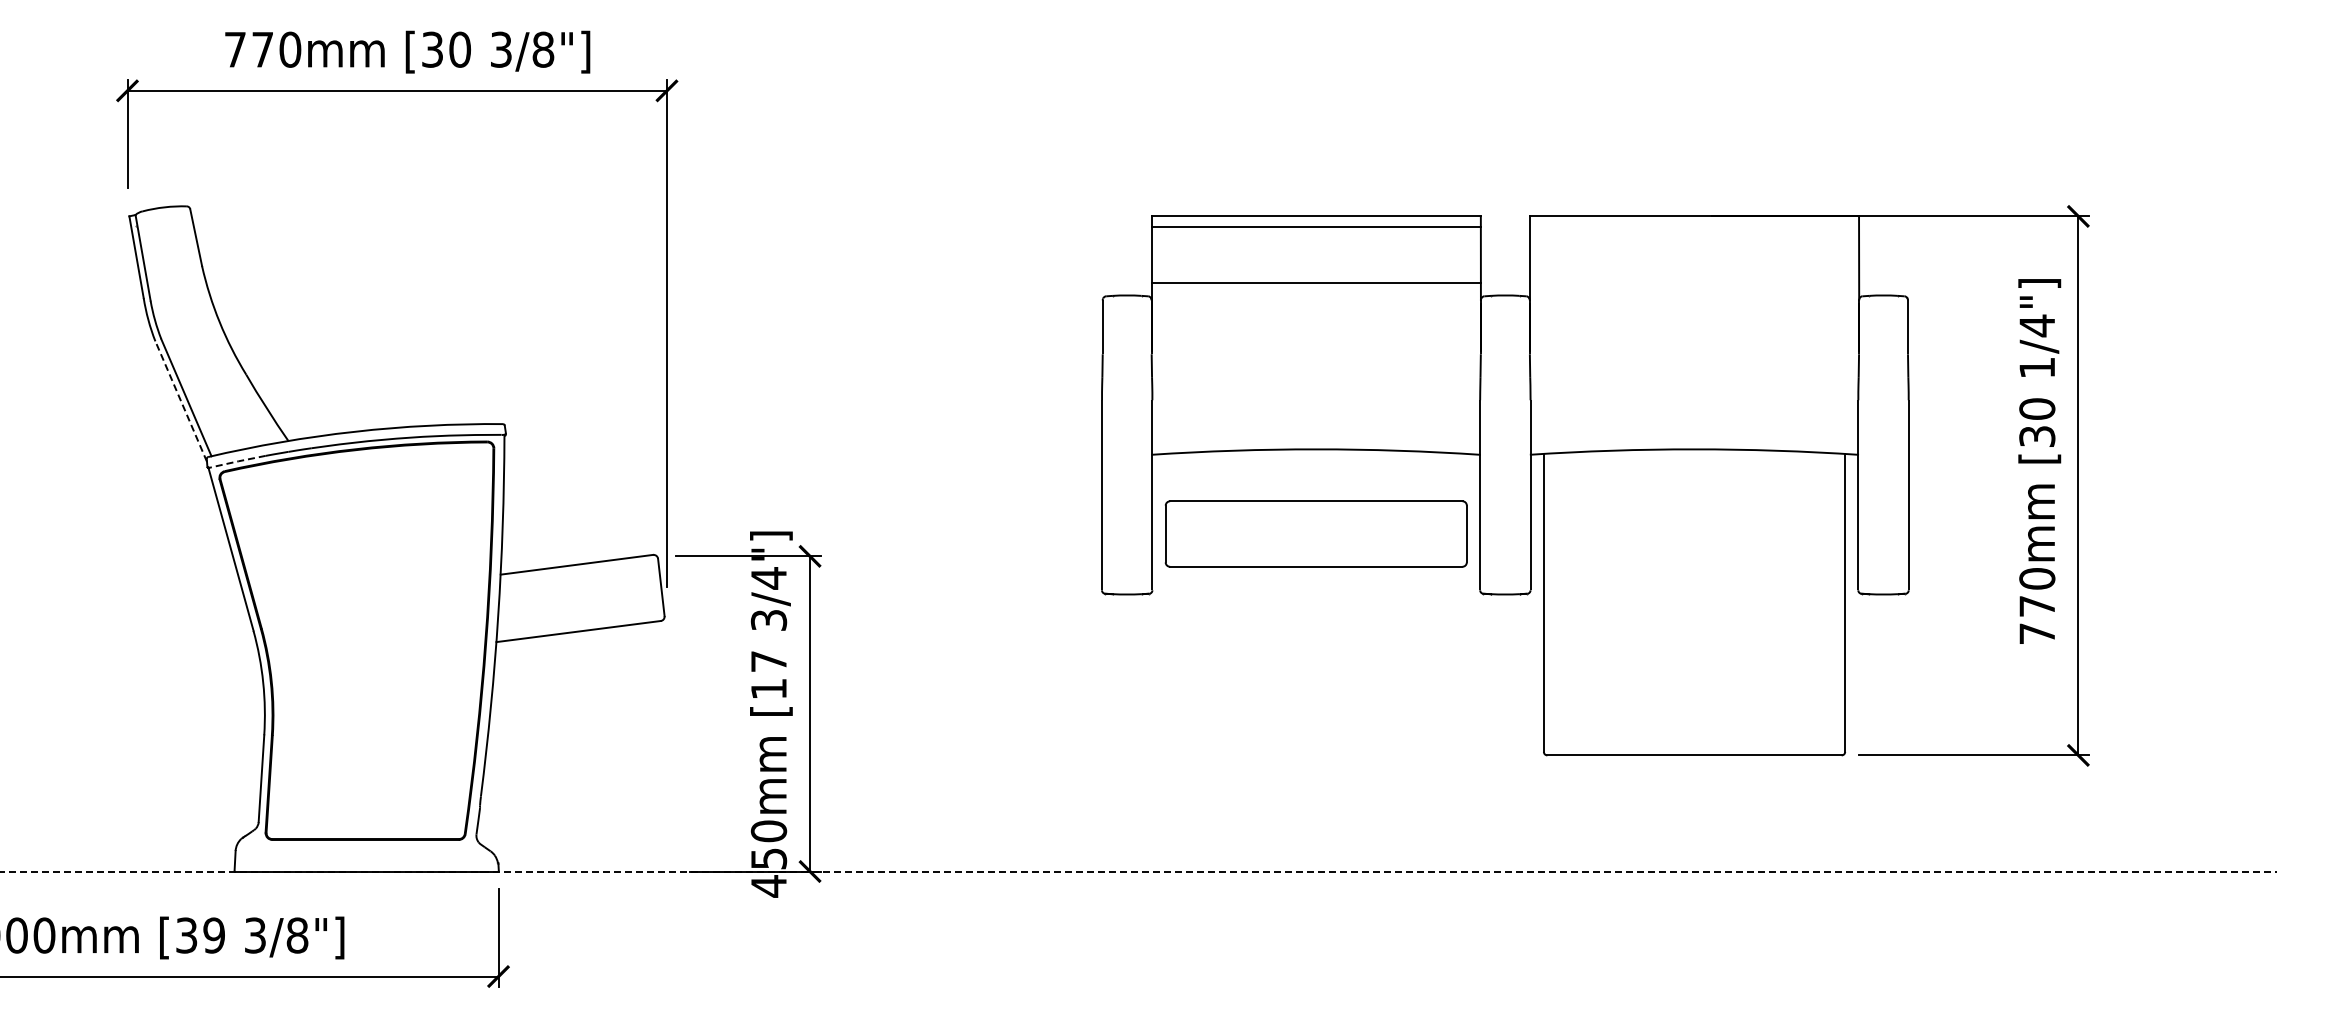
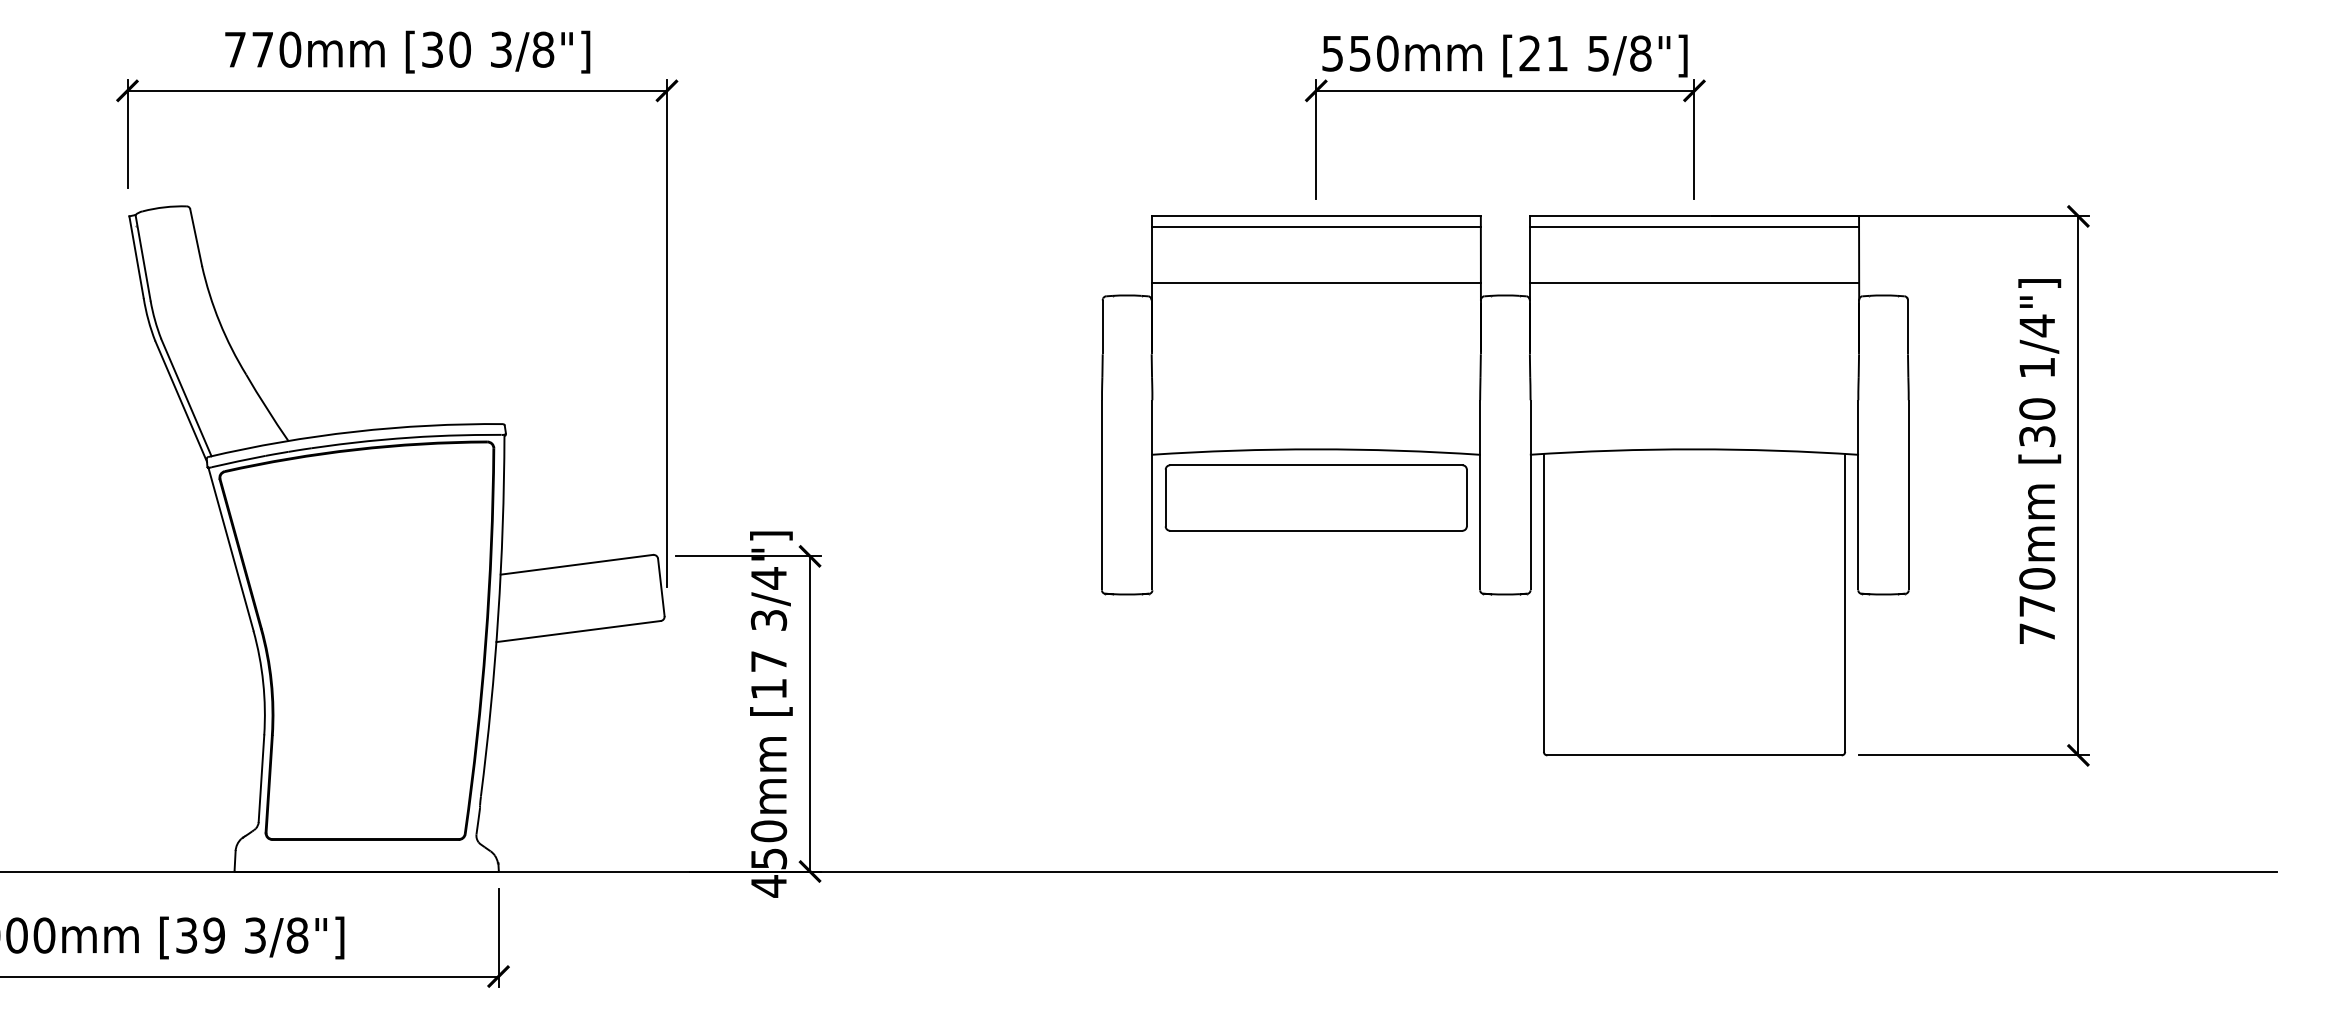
part at (1505, 91): none -> present
line at (1694, 226): none -> present
line at (1694, 282): none -> present
line at (181, 401): dashed -> solid
line at (238, 461): dashed -> solid
part at (1315, 533) position: (1315, 533) -> (1315, 497)
line at (1138, 871): dashed -> solid
